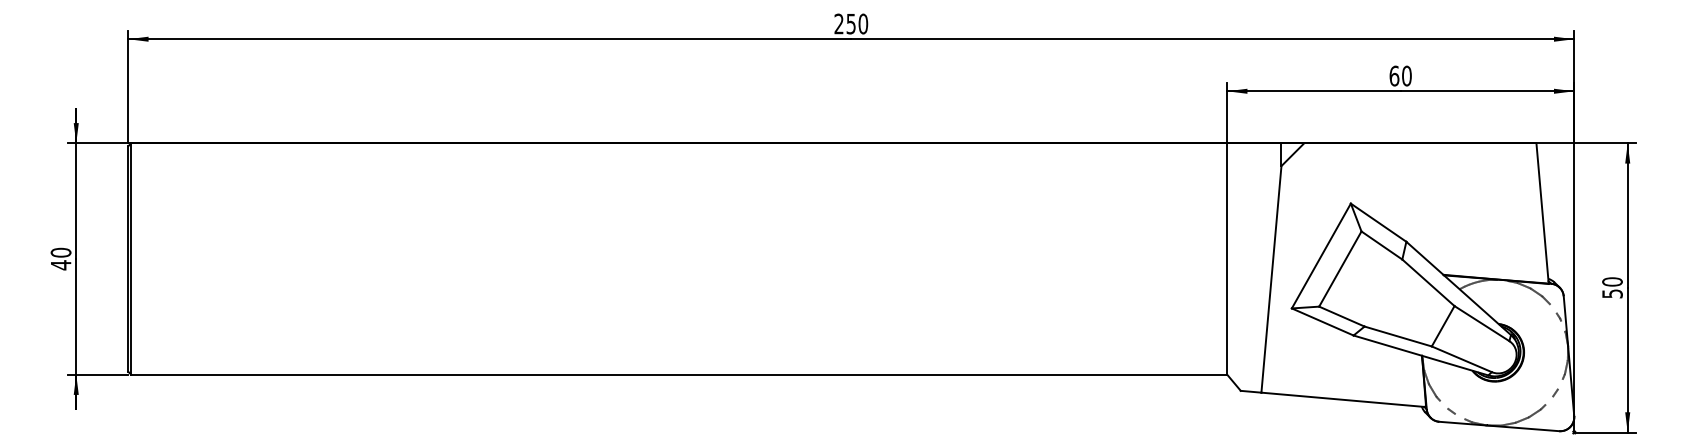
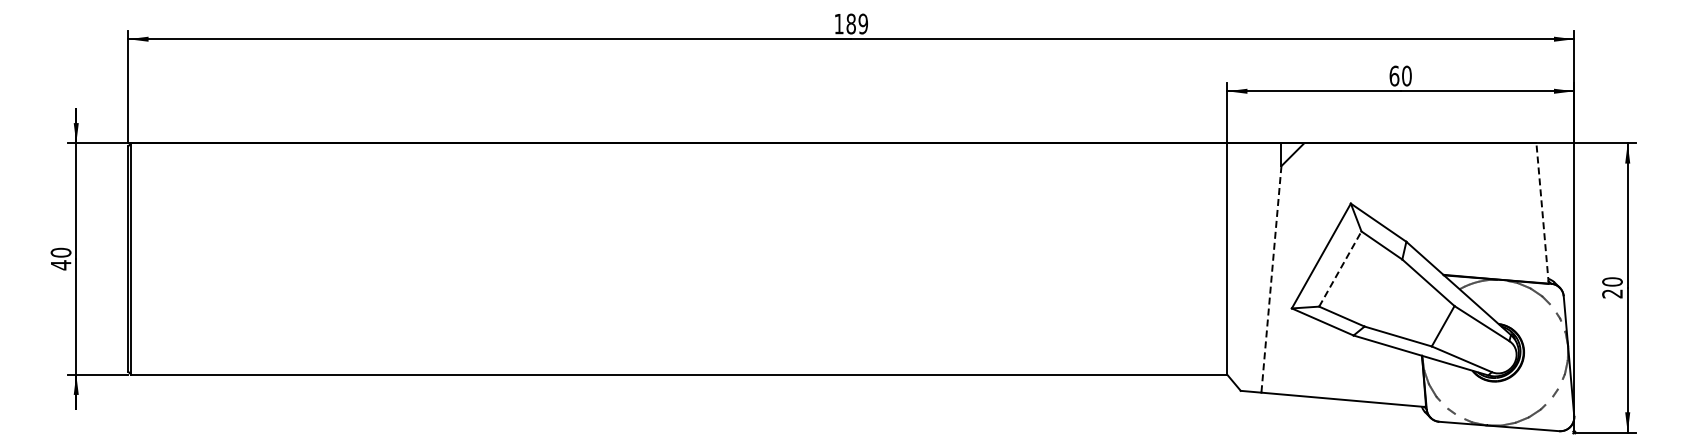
text at (850, 23): 250 -> 189
line at (1542, 213): solid -> dashed
line at (1340, 268): solid -> dashed
line at (1271, 279): solid -> dashed
text at (1612, 293): 50 -> 20
